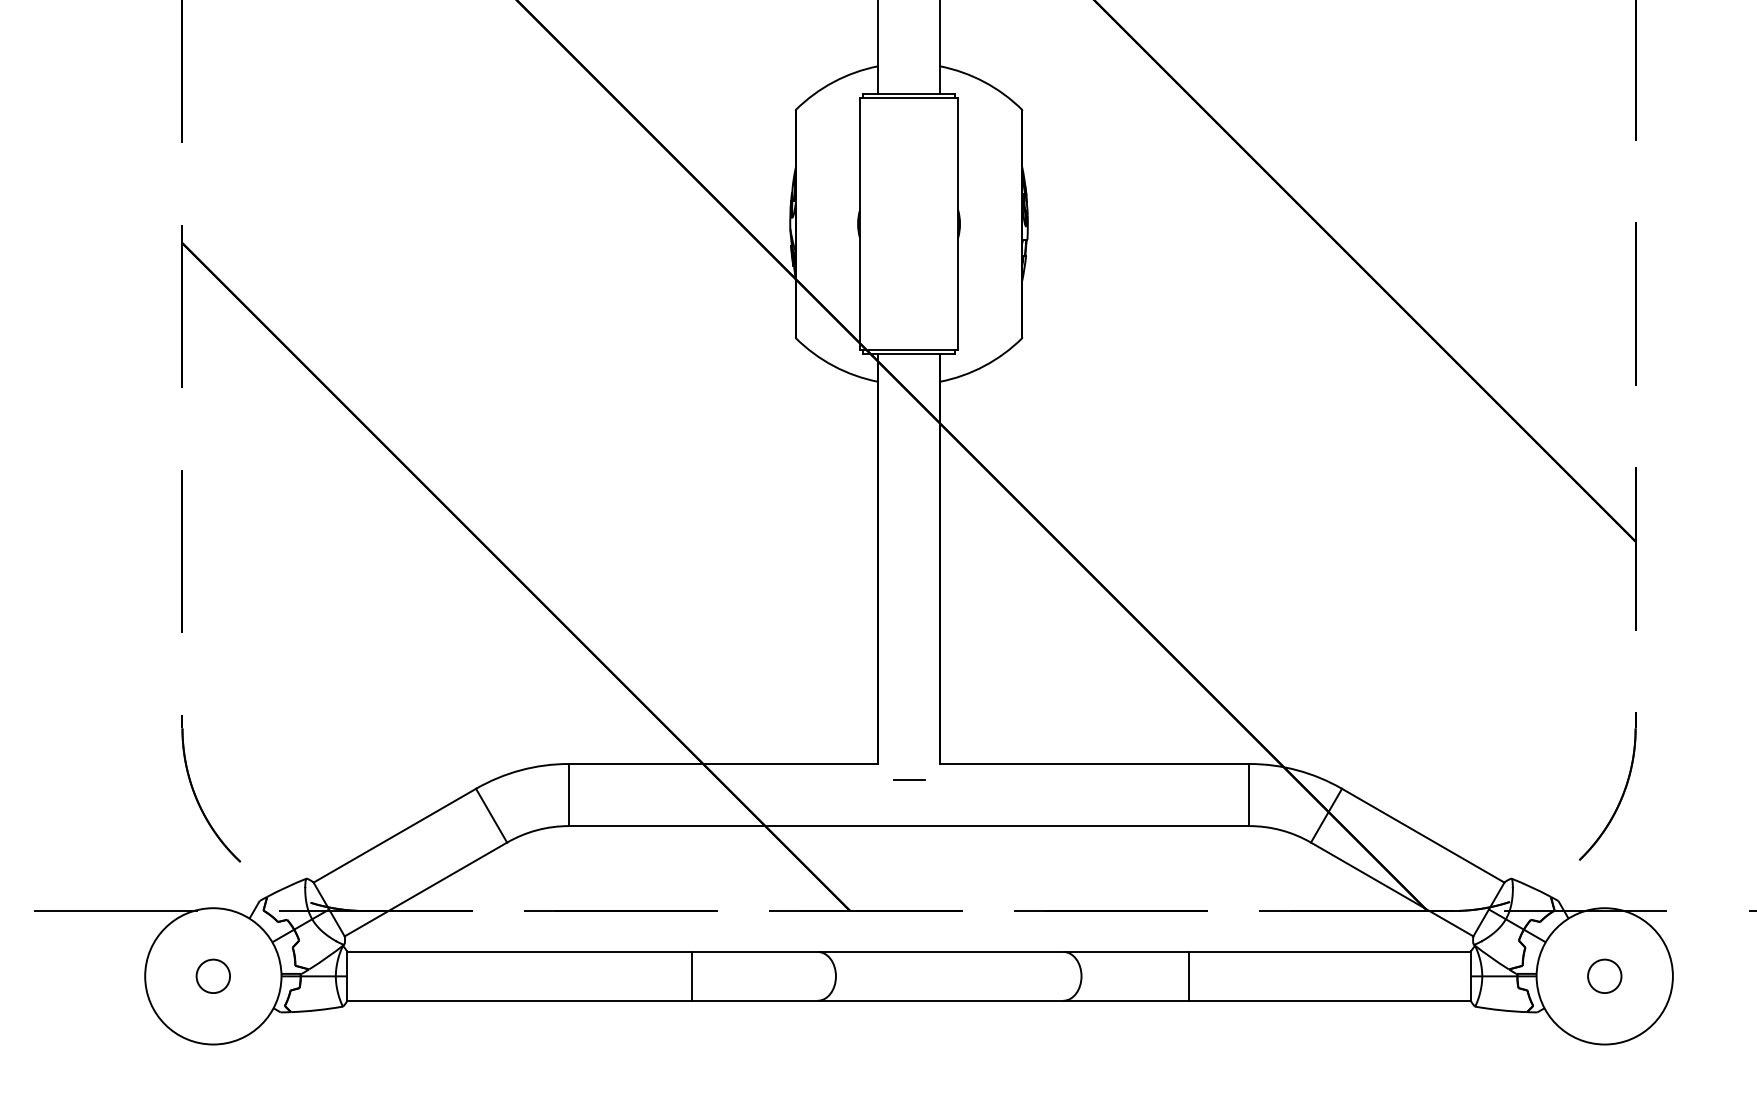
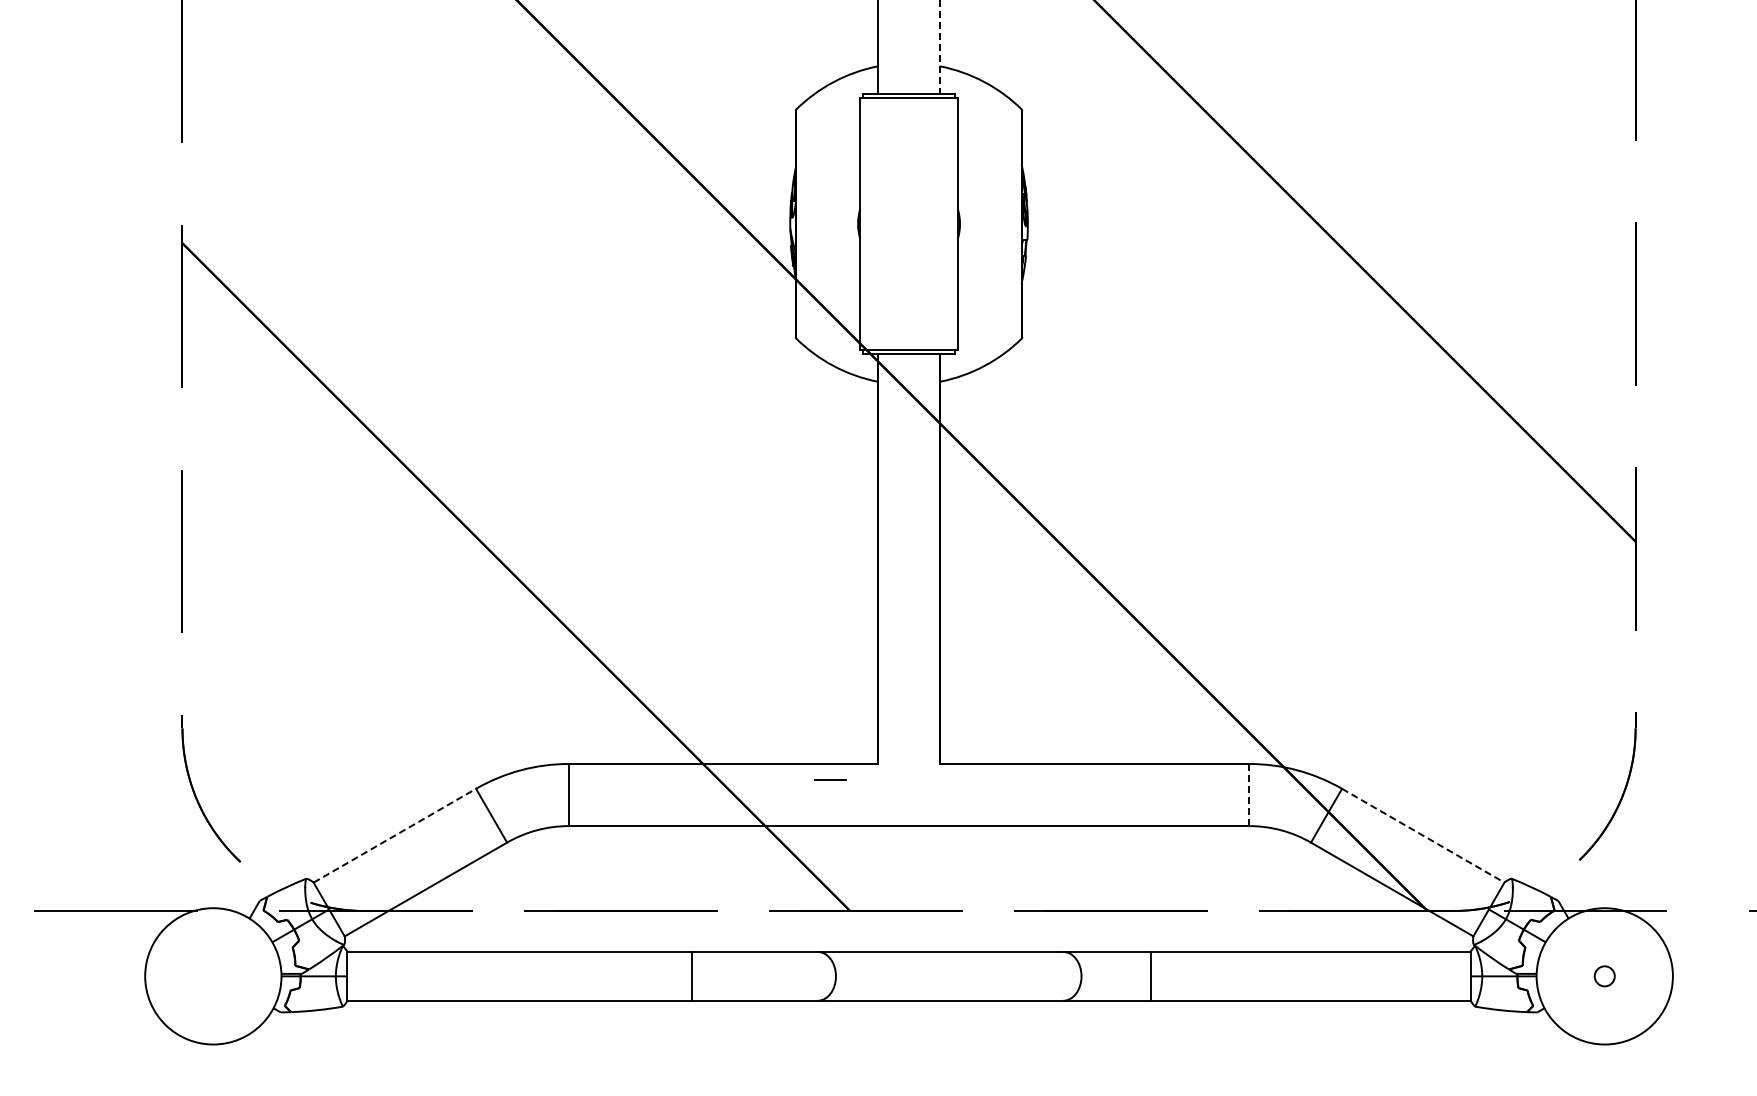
line at (940, 47): solid -> dashed
line at (909, 779) position: (909, 779) -> (830, 779)
line at (1249, 794): solid -> dashed
line at (394, 835): solid -> dashed
line at (1423, 835): solid -> dashed
circle at (212, 975): present -> none
line at (1188, 975) position: (1188, 975) -> (1150, 975)
circle at (1604, 976) diameter: 33 px -> 20 px
